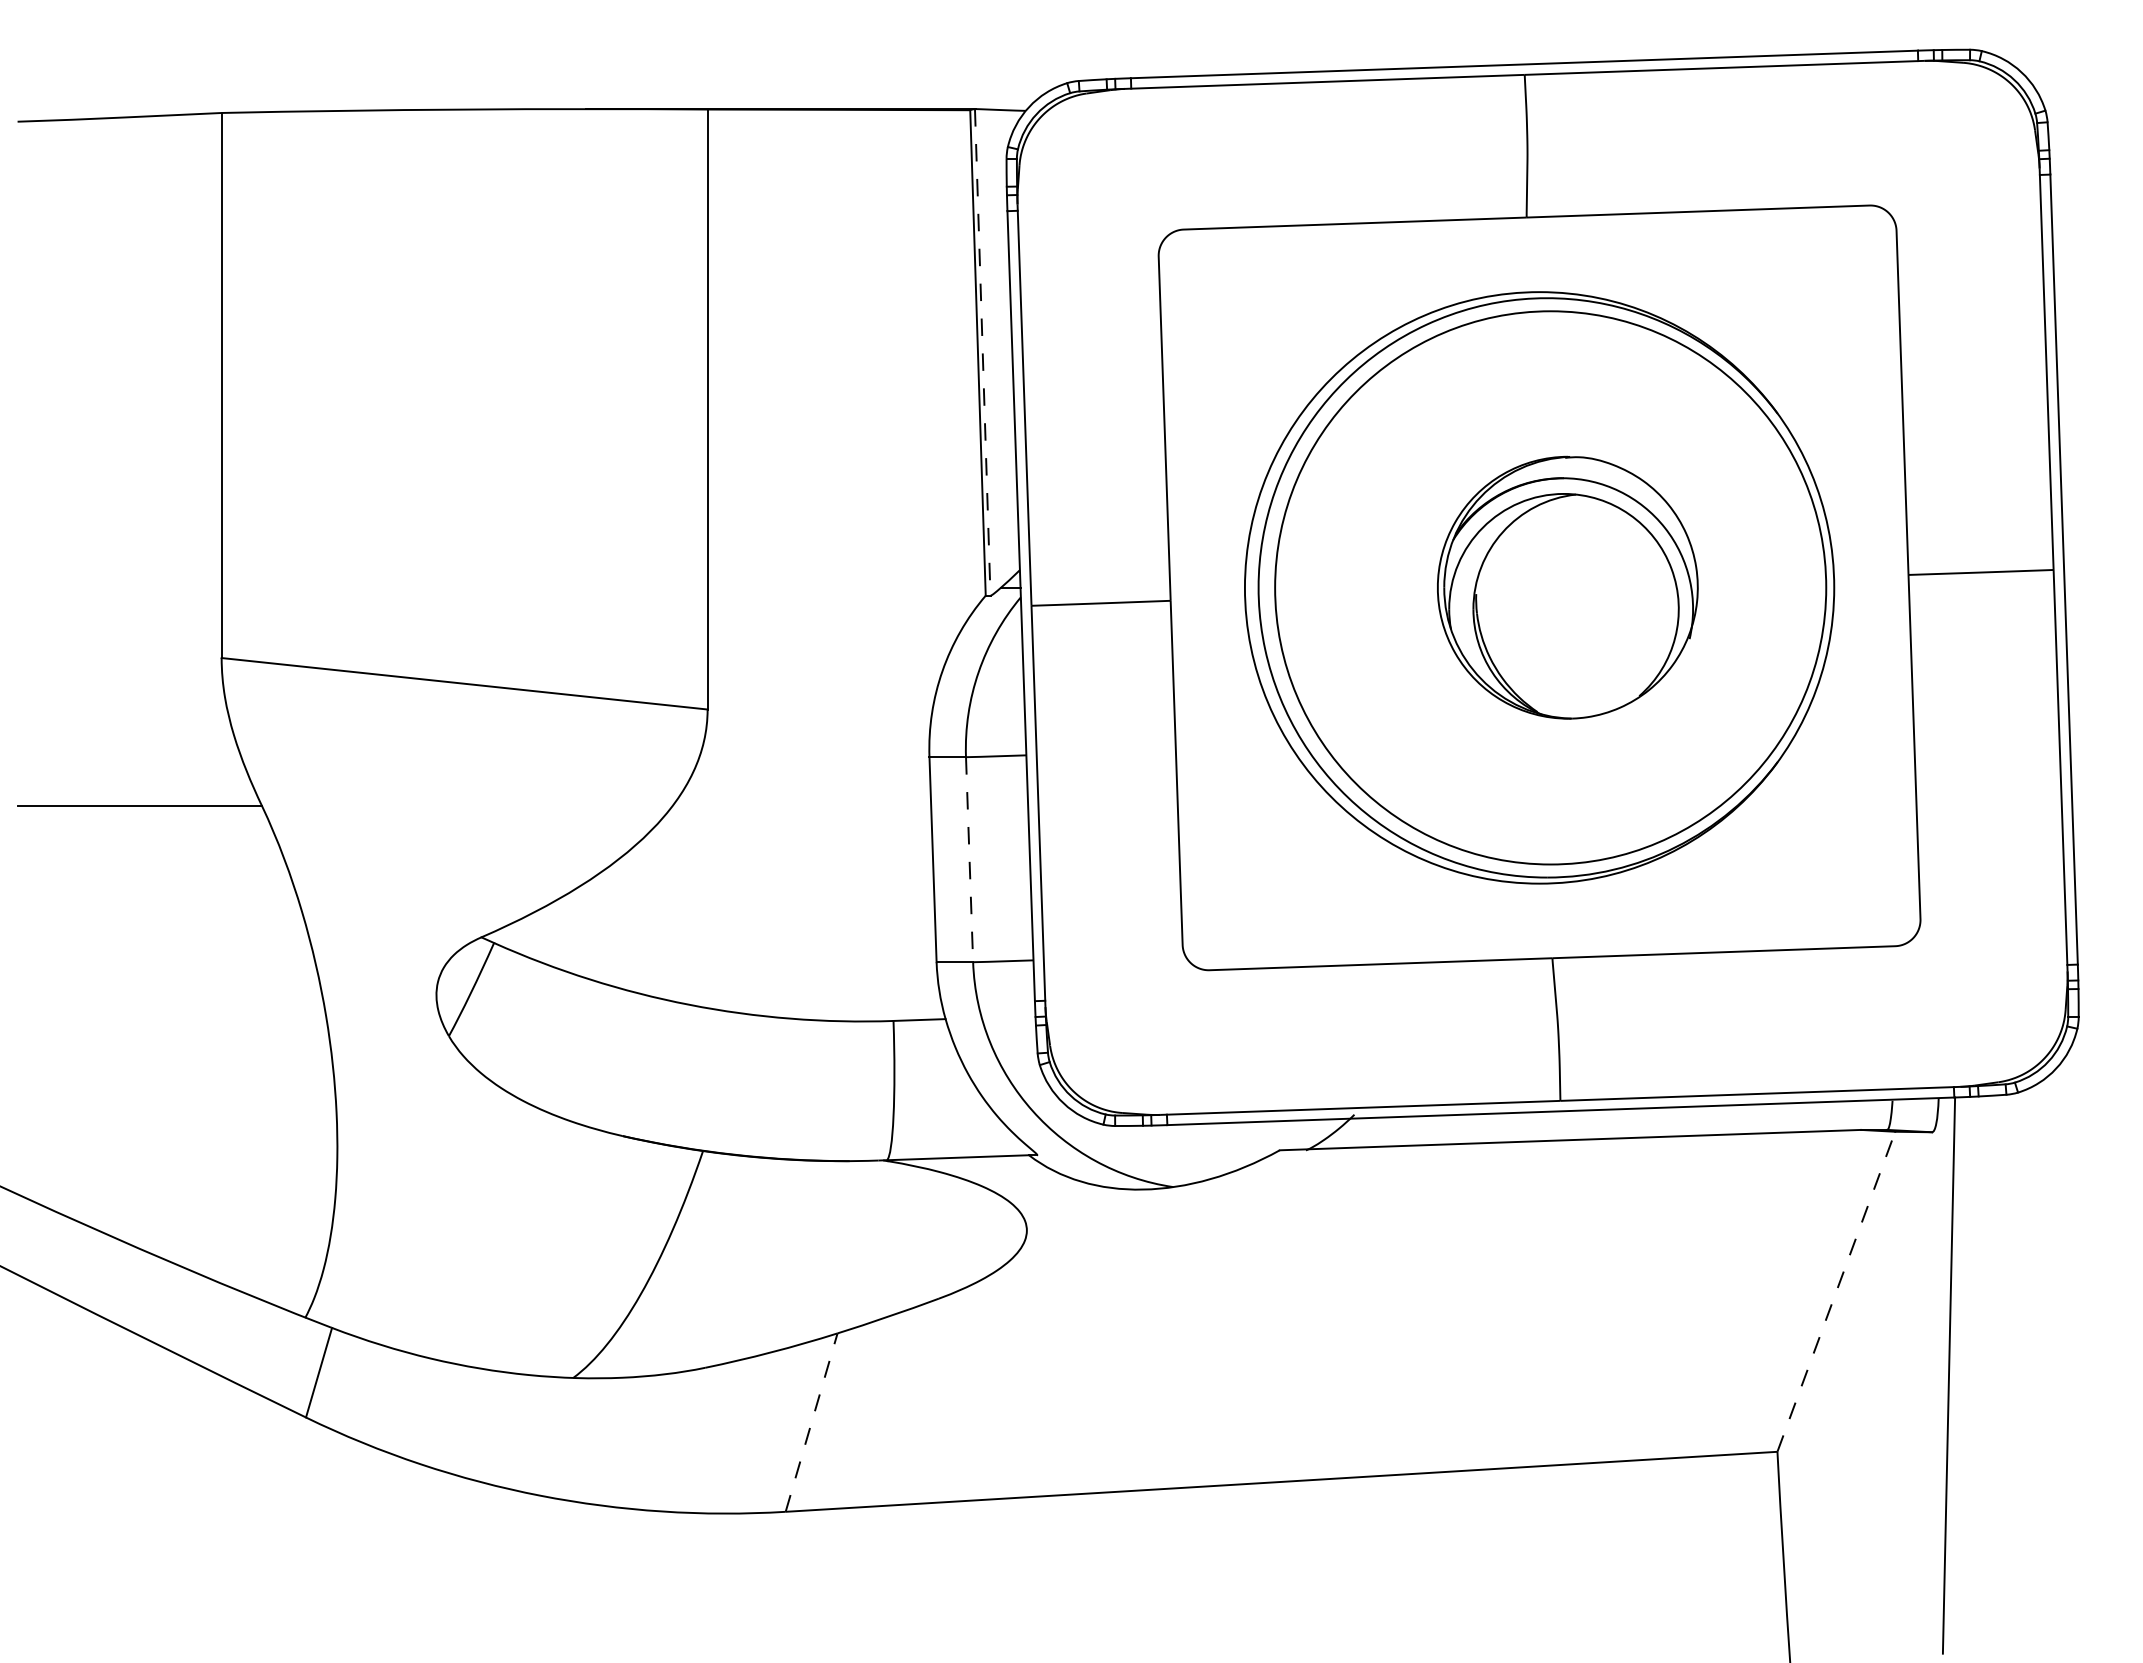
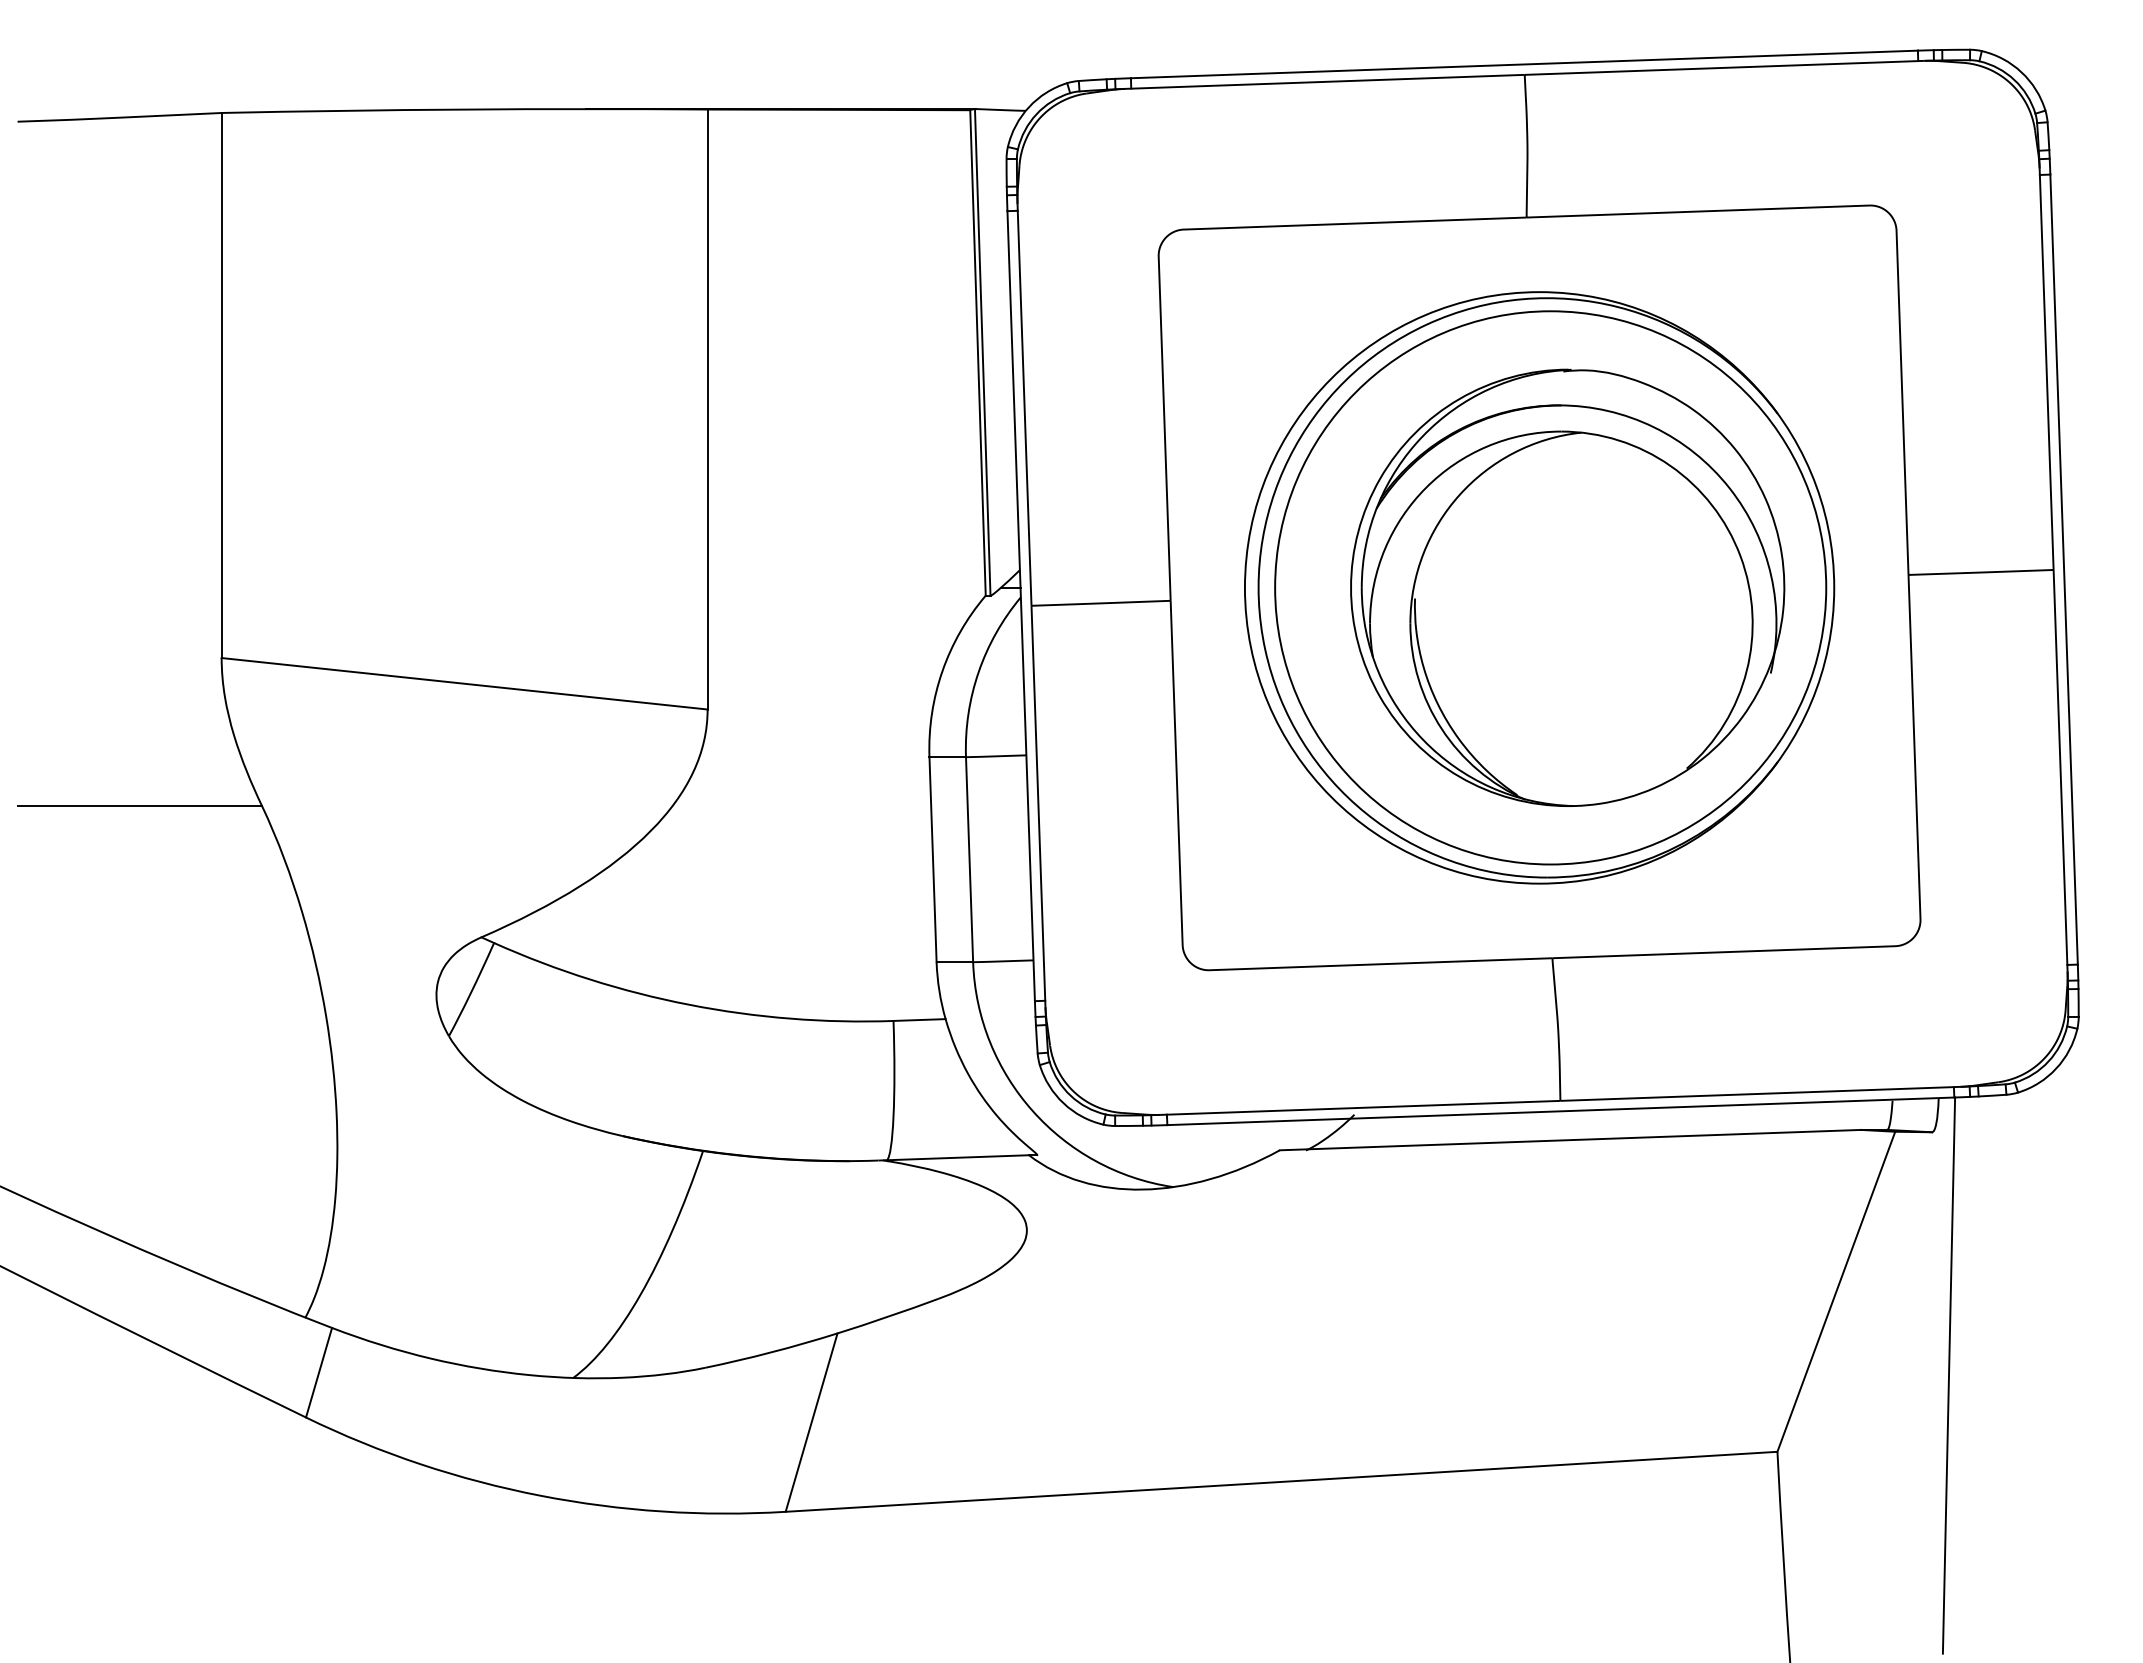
line at (982, 352): dashed -> solid
part at (1567, 587) size: 262x265 px -> 436x439 px
line at (969, 859): dashed -> solid
line at (1836, 1291): dashed -> solid
line at (811, 1422): dashed -> solid
